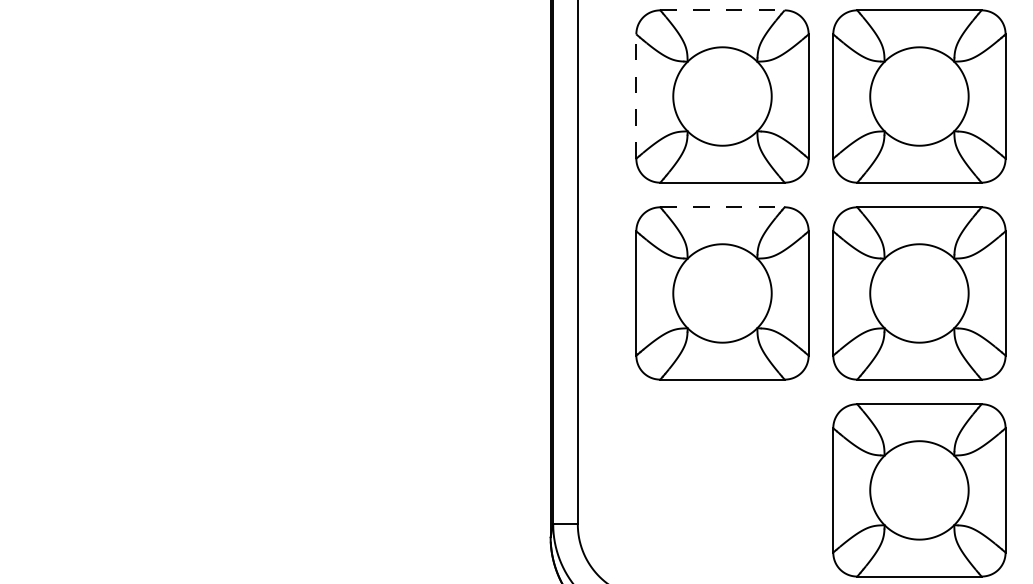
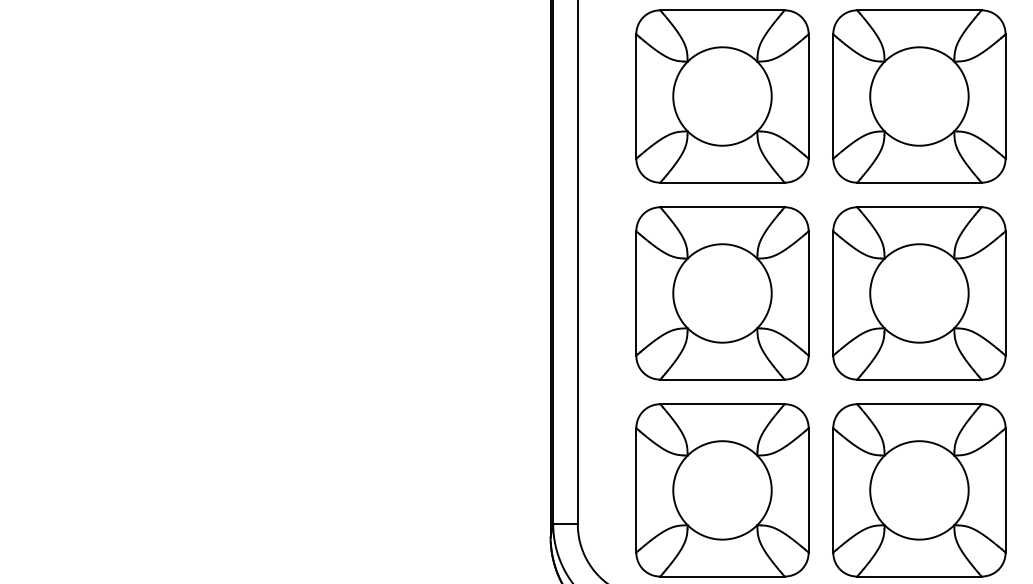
line at (723, 10): dashed -> solid
line at (636, 96): dashed -> solid
line at (723, 207): dashed -> solid
part at (722, 490): none -> present
